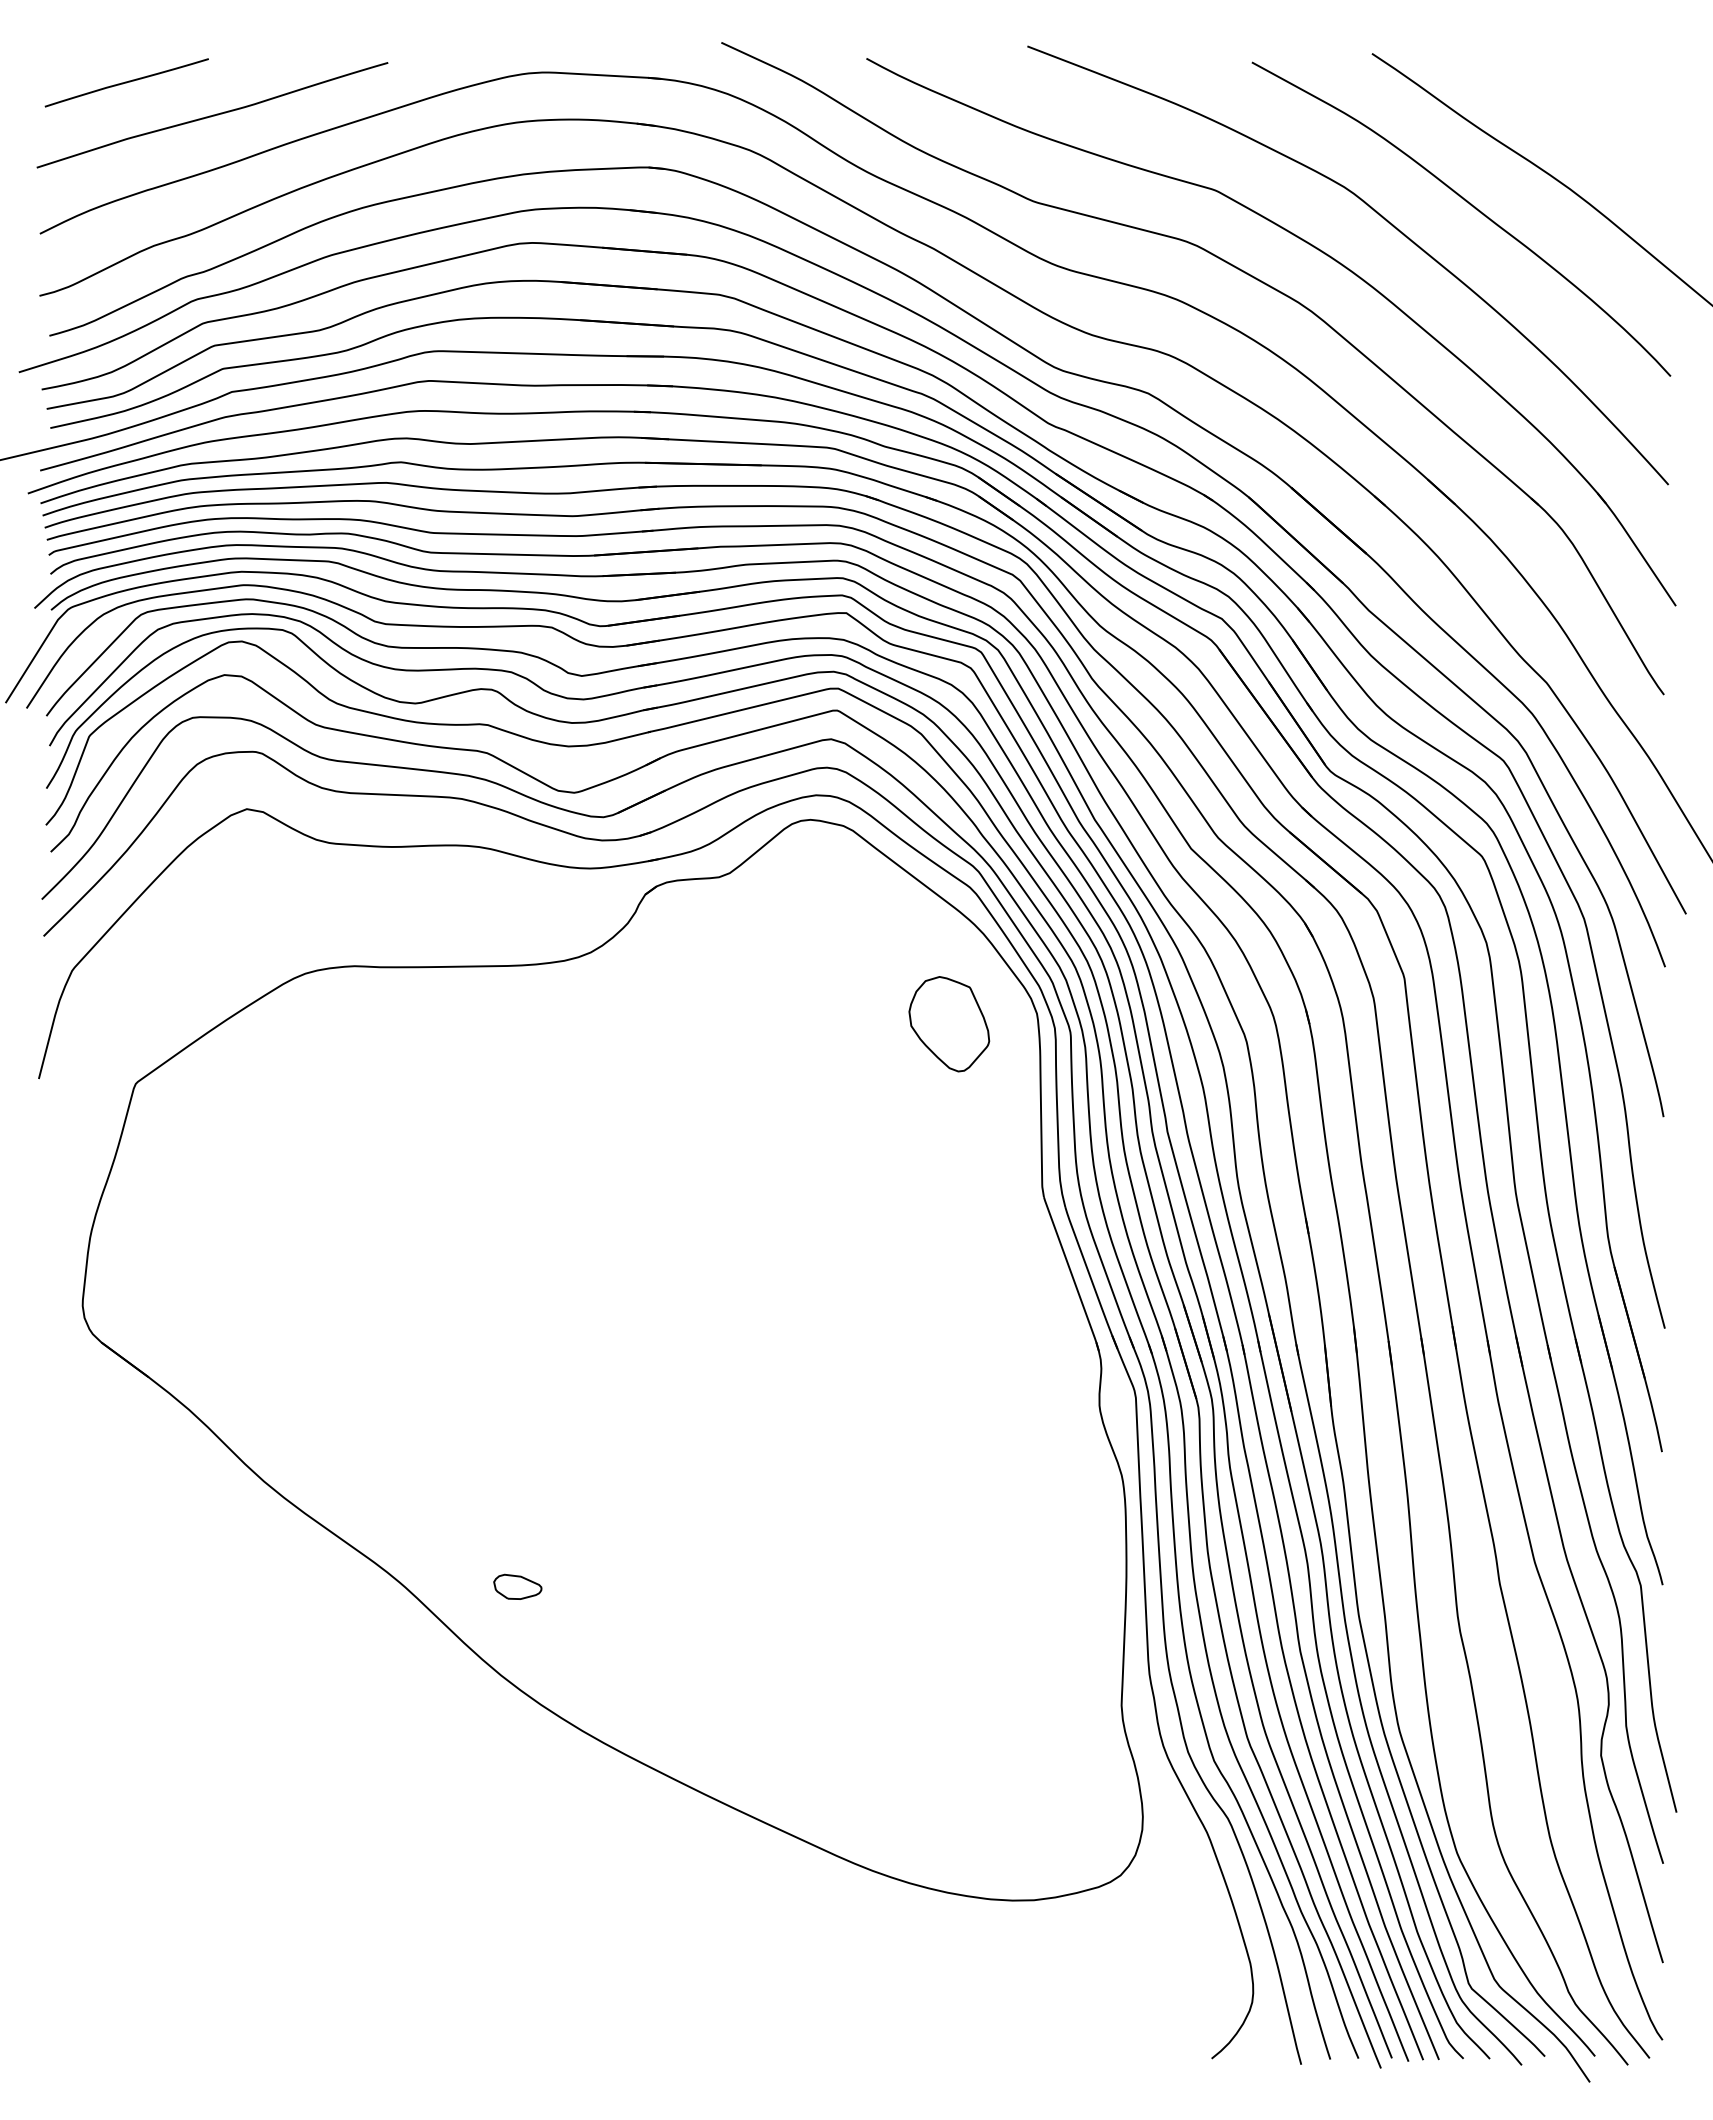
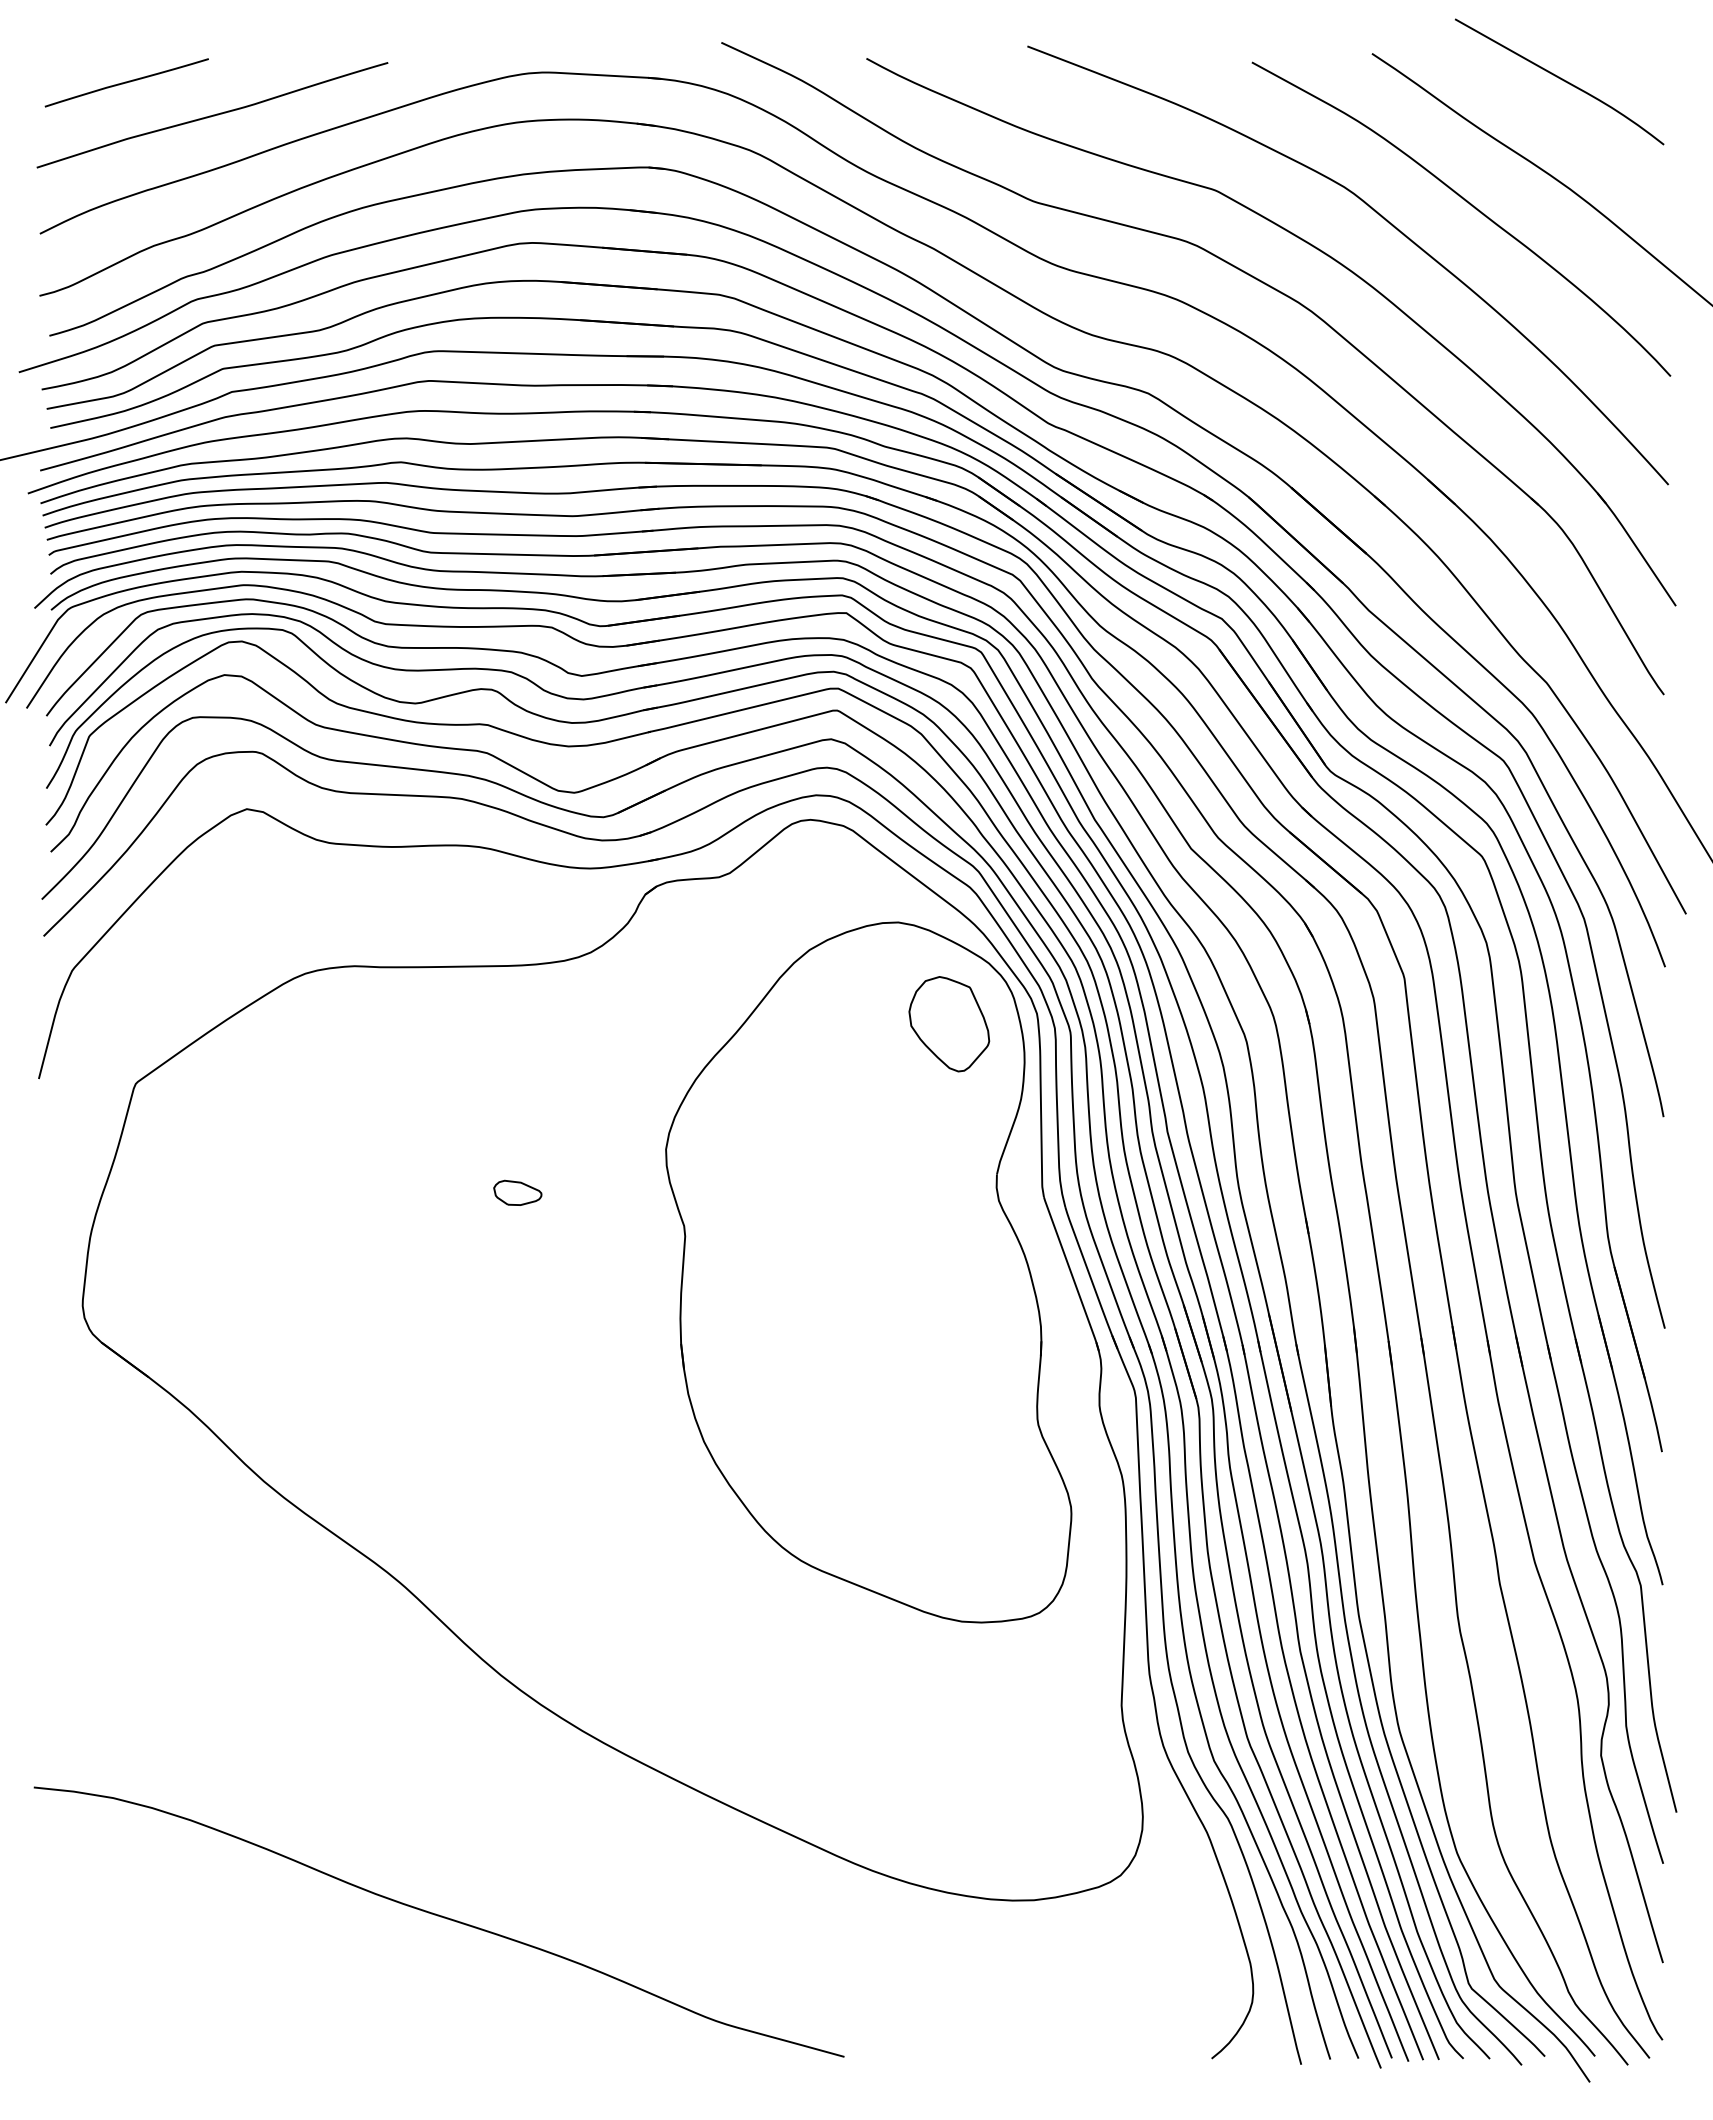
curve at (1560, 79): none -> present
part at (868, 1272): none -> present
part at (517, 1586) position: (517, 1586) -> (517, 1192)
curve at (440, 1917): none -> present
